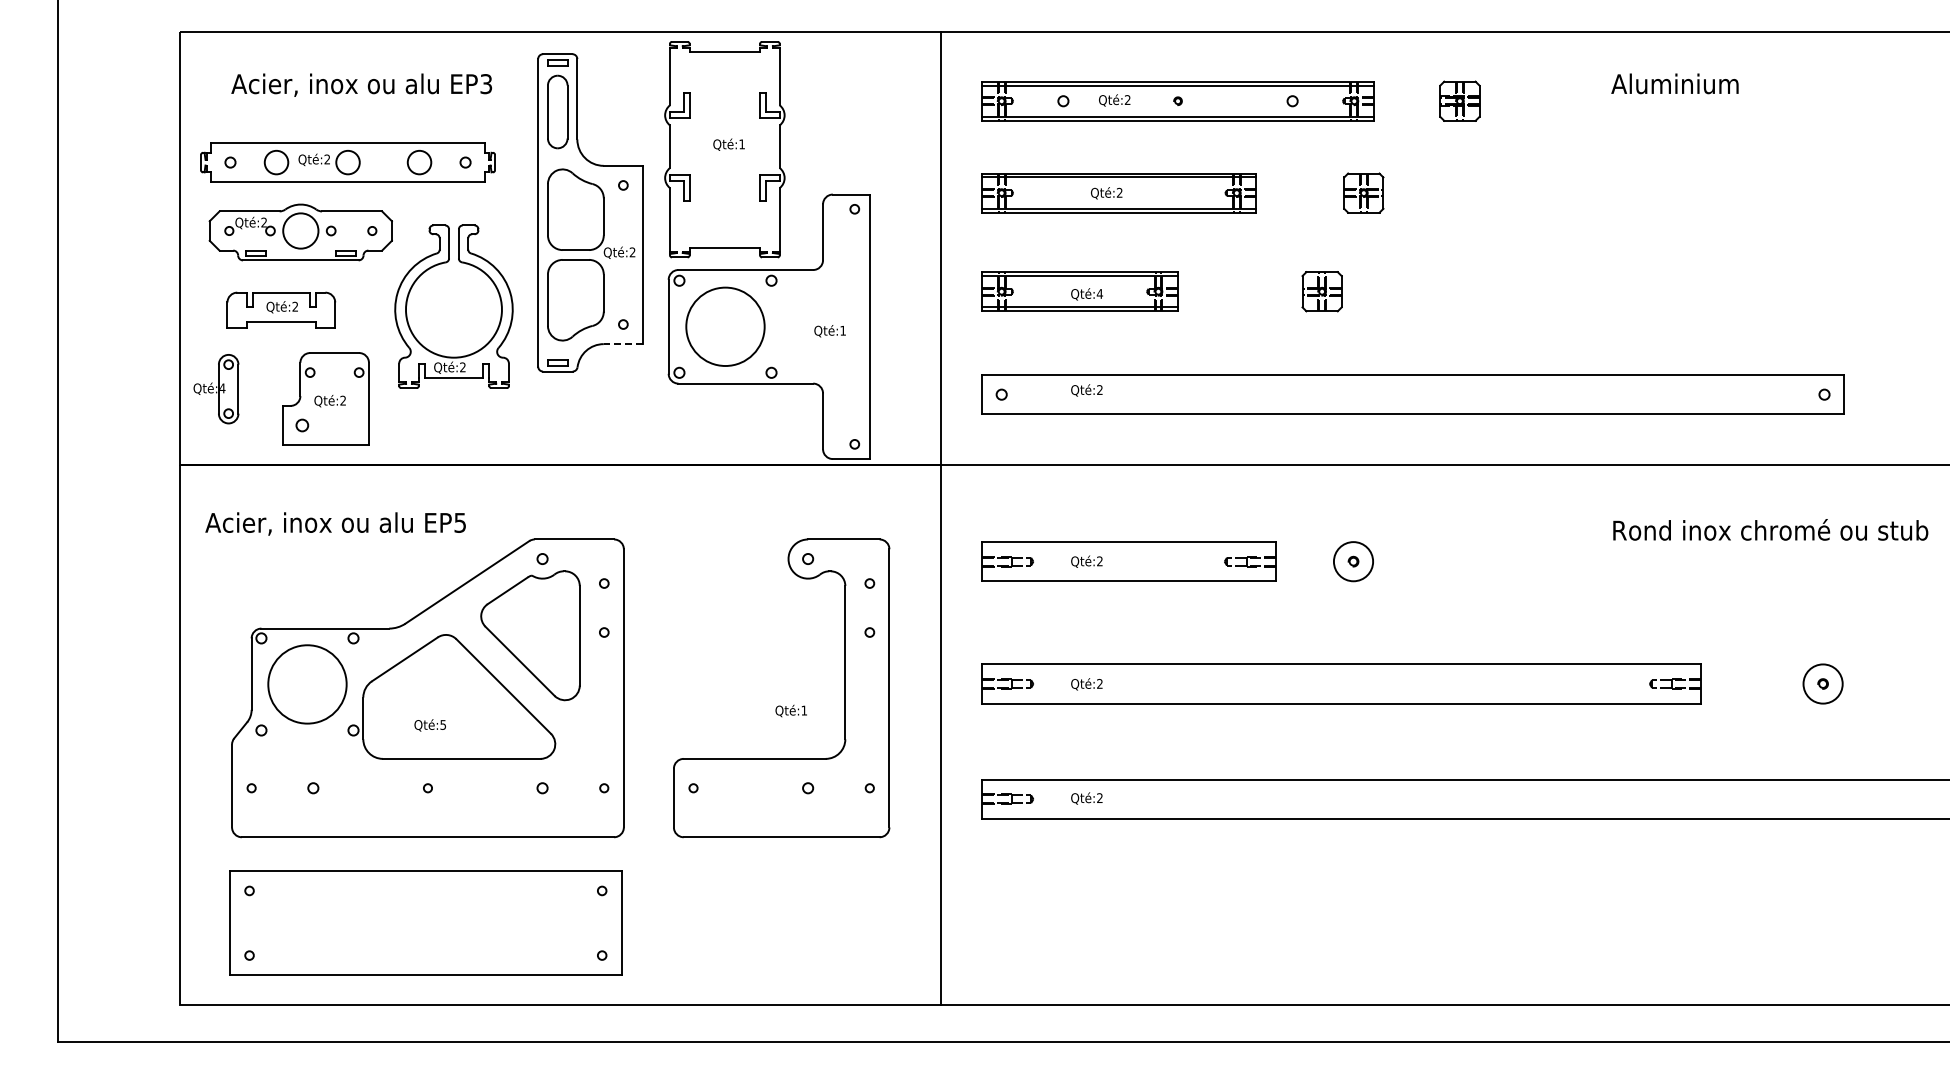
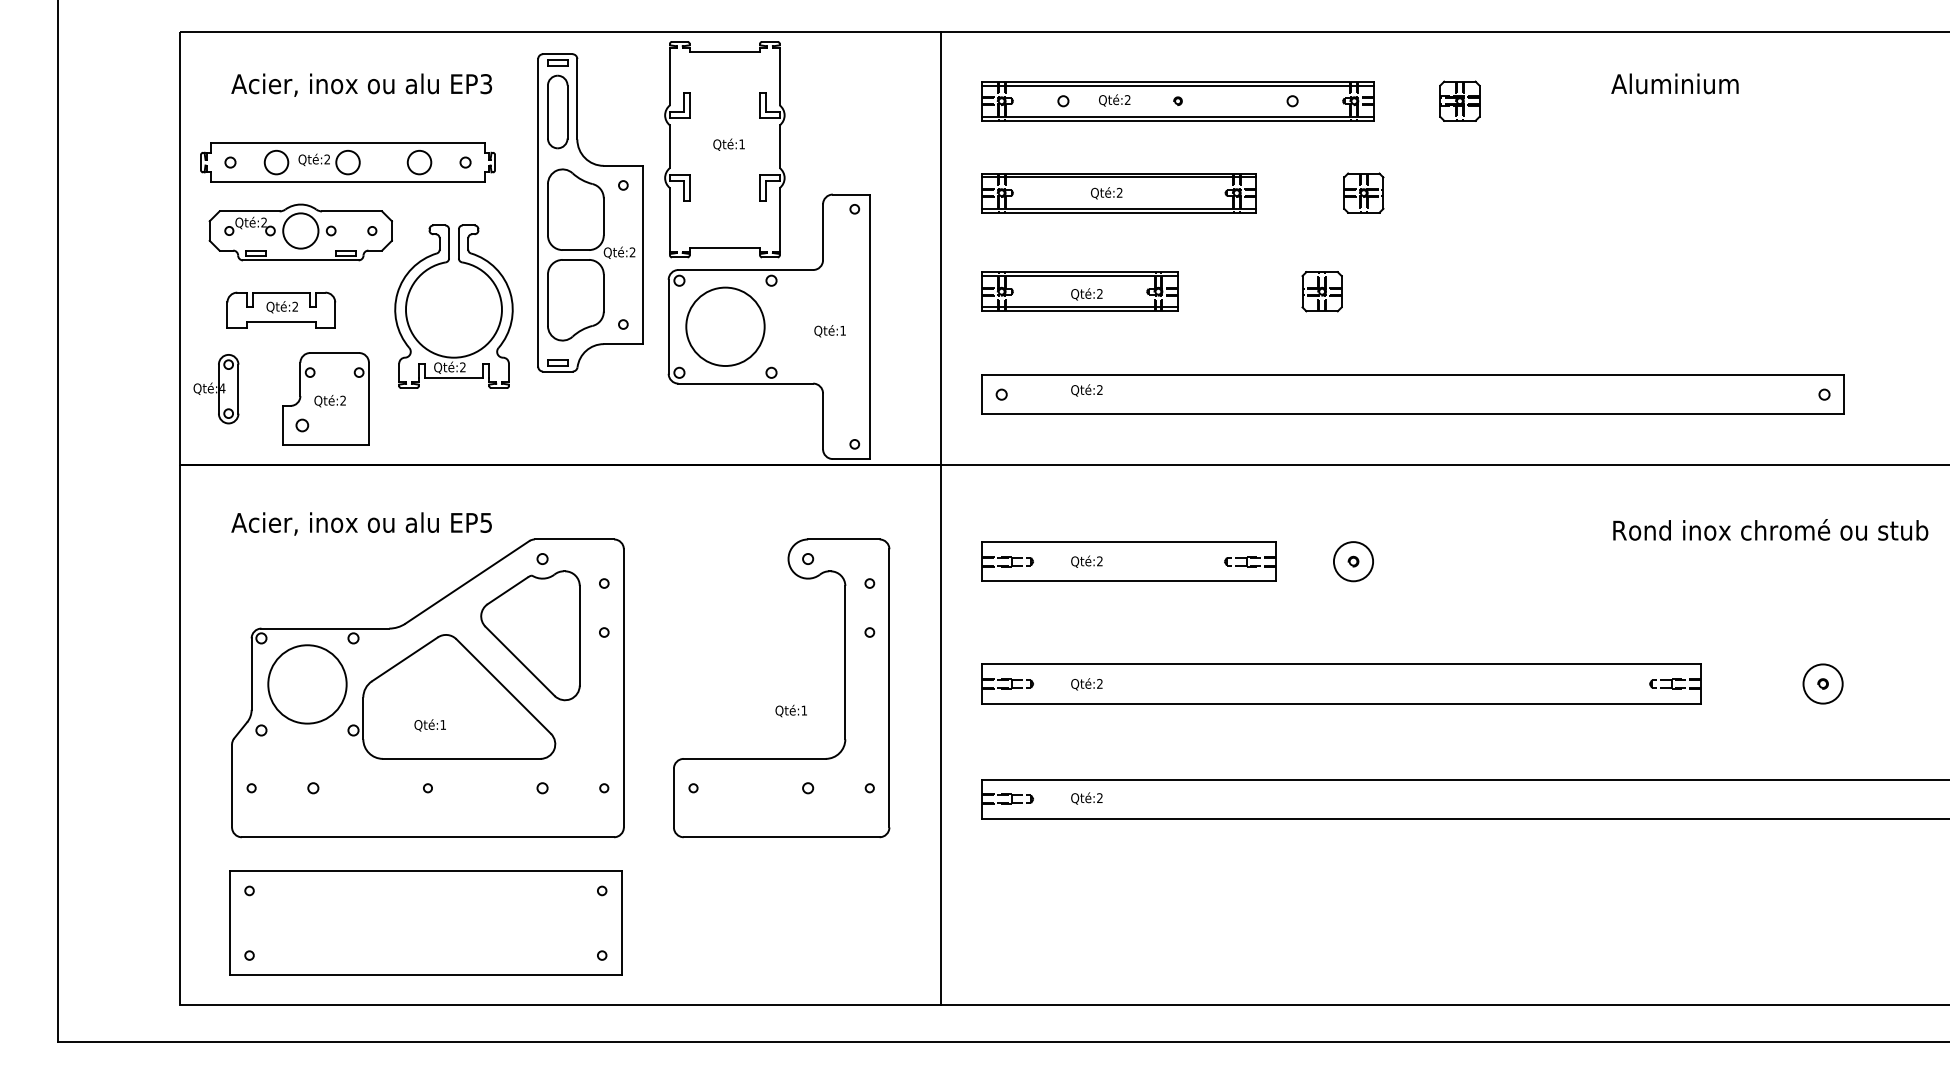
text at (1099, 293): Qté:4 -> Qté:2
line at (623, 344): dashed -> solid
text at (335, 523) position: (335, 523) -> (361, 523)
text at (442, 724): Qté:5 -> Qté:1
